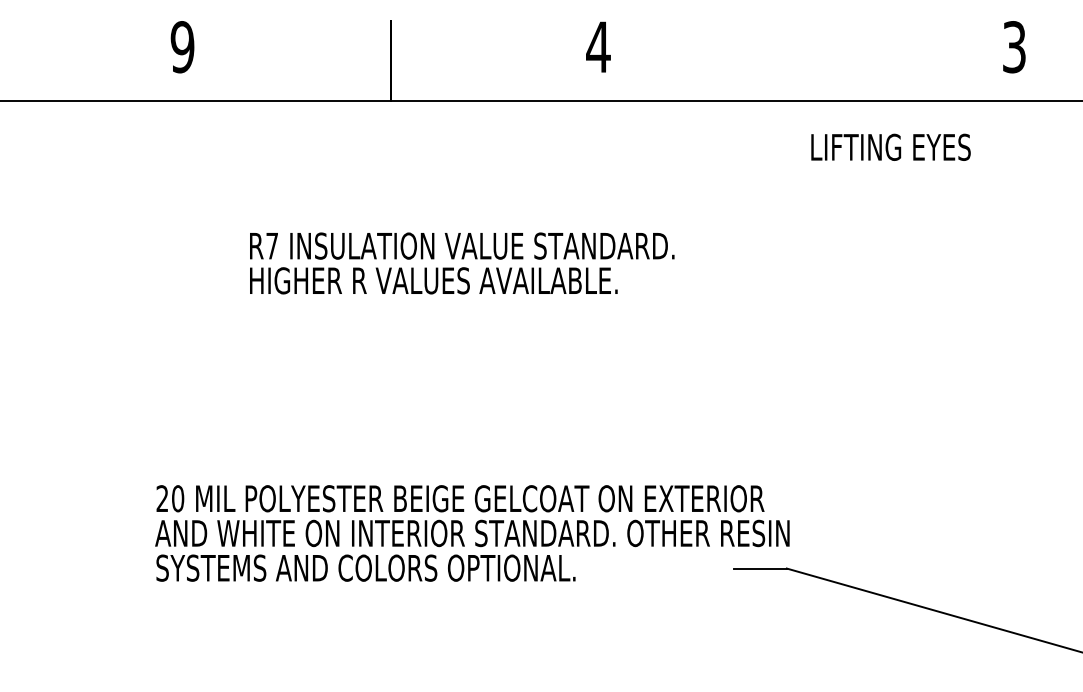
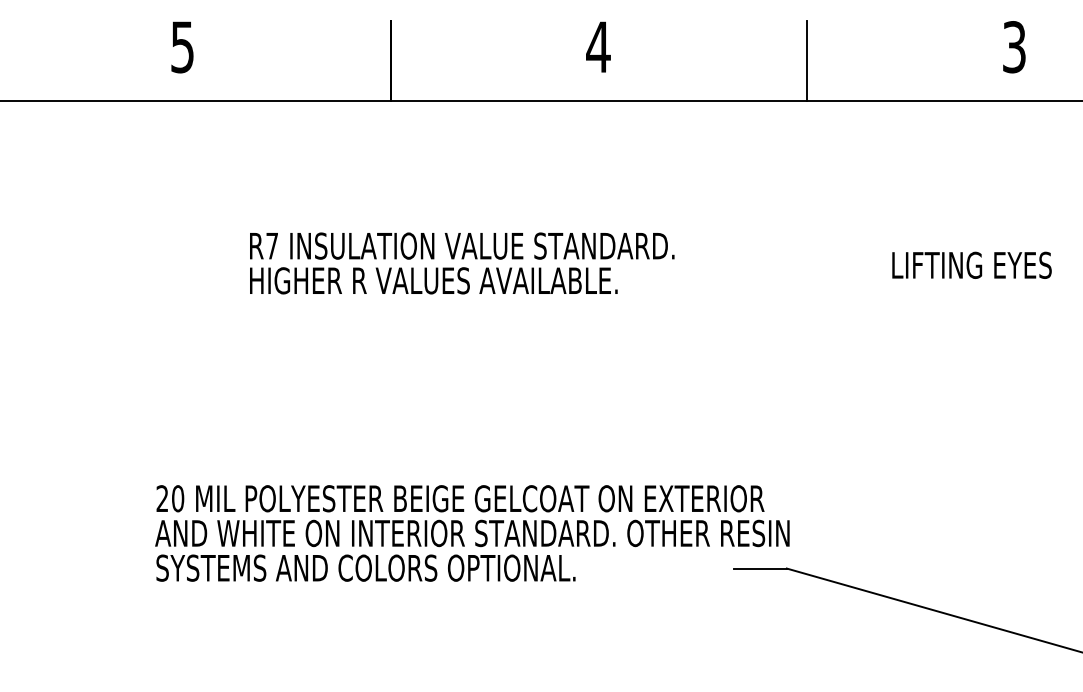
text at (182, 47): 9 -> 5
line at (807, 60): none -> present
text at (890, 146) position: (890, 146) -> (971, 264)
